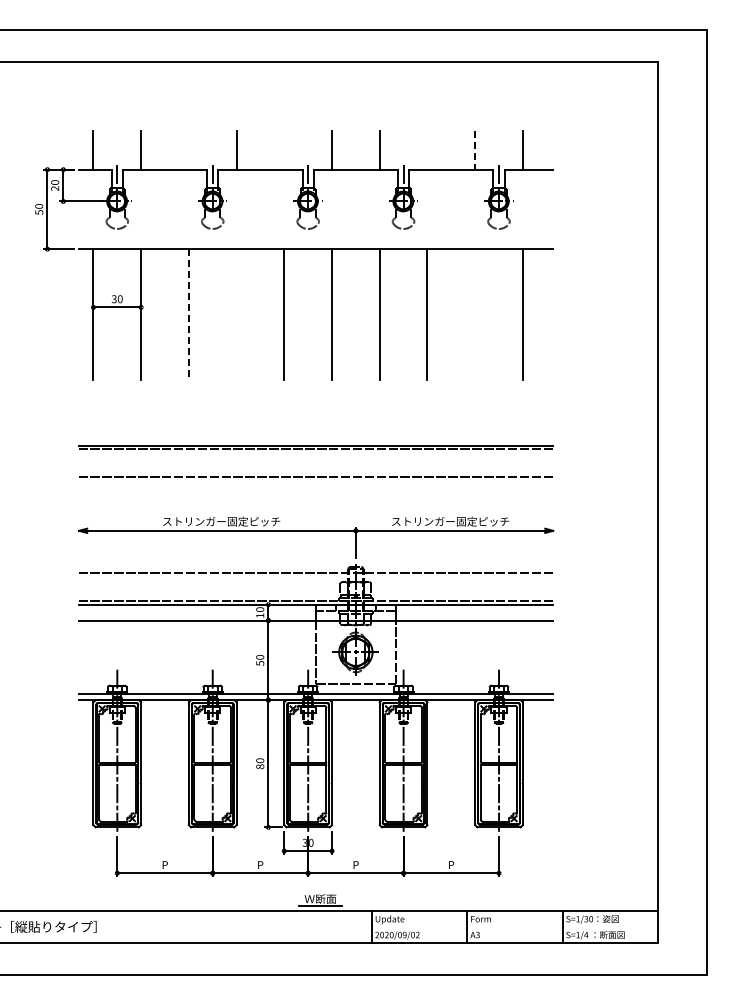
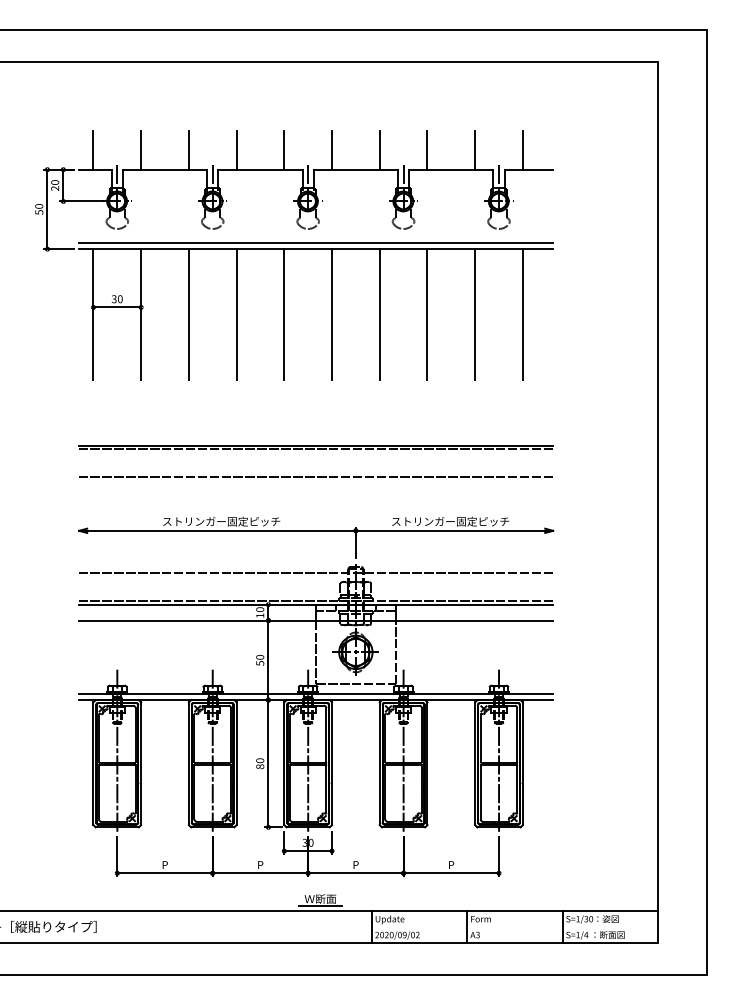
line at (188, 150): none -> present
line at (284, 150): none -> present
line at (427, 150): none -> present
line at (475, 150): dashed -> solid
line at (316, 242): none -> present
line at (188, 314): dashed -> solid
line at (236, 314): none -> present
line at (475, 314): none -> present
